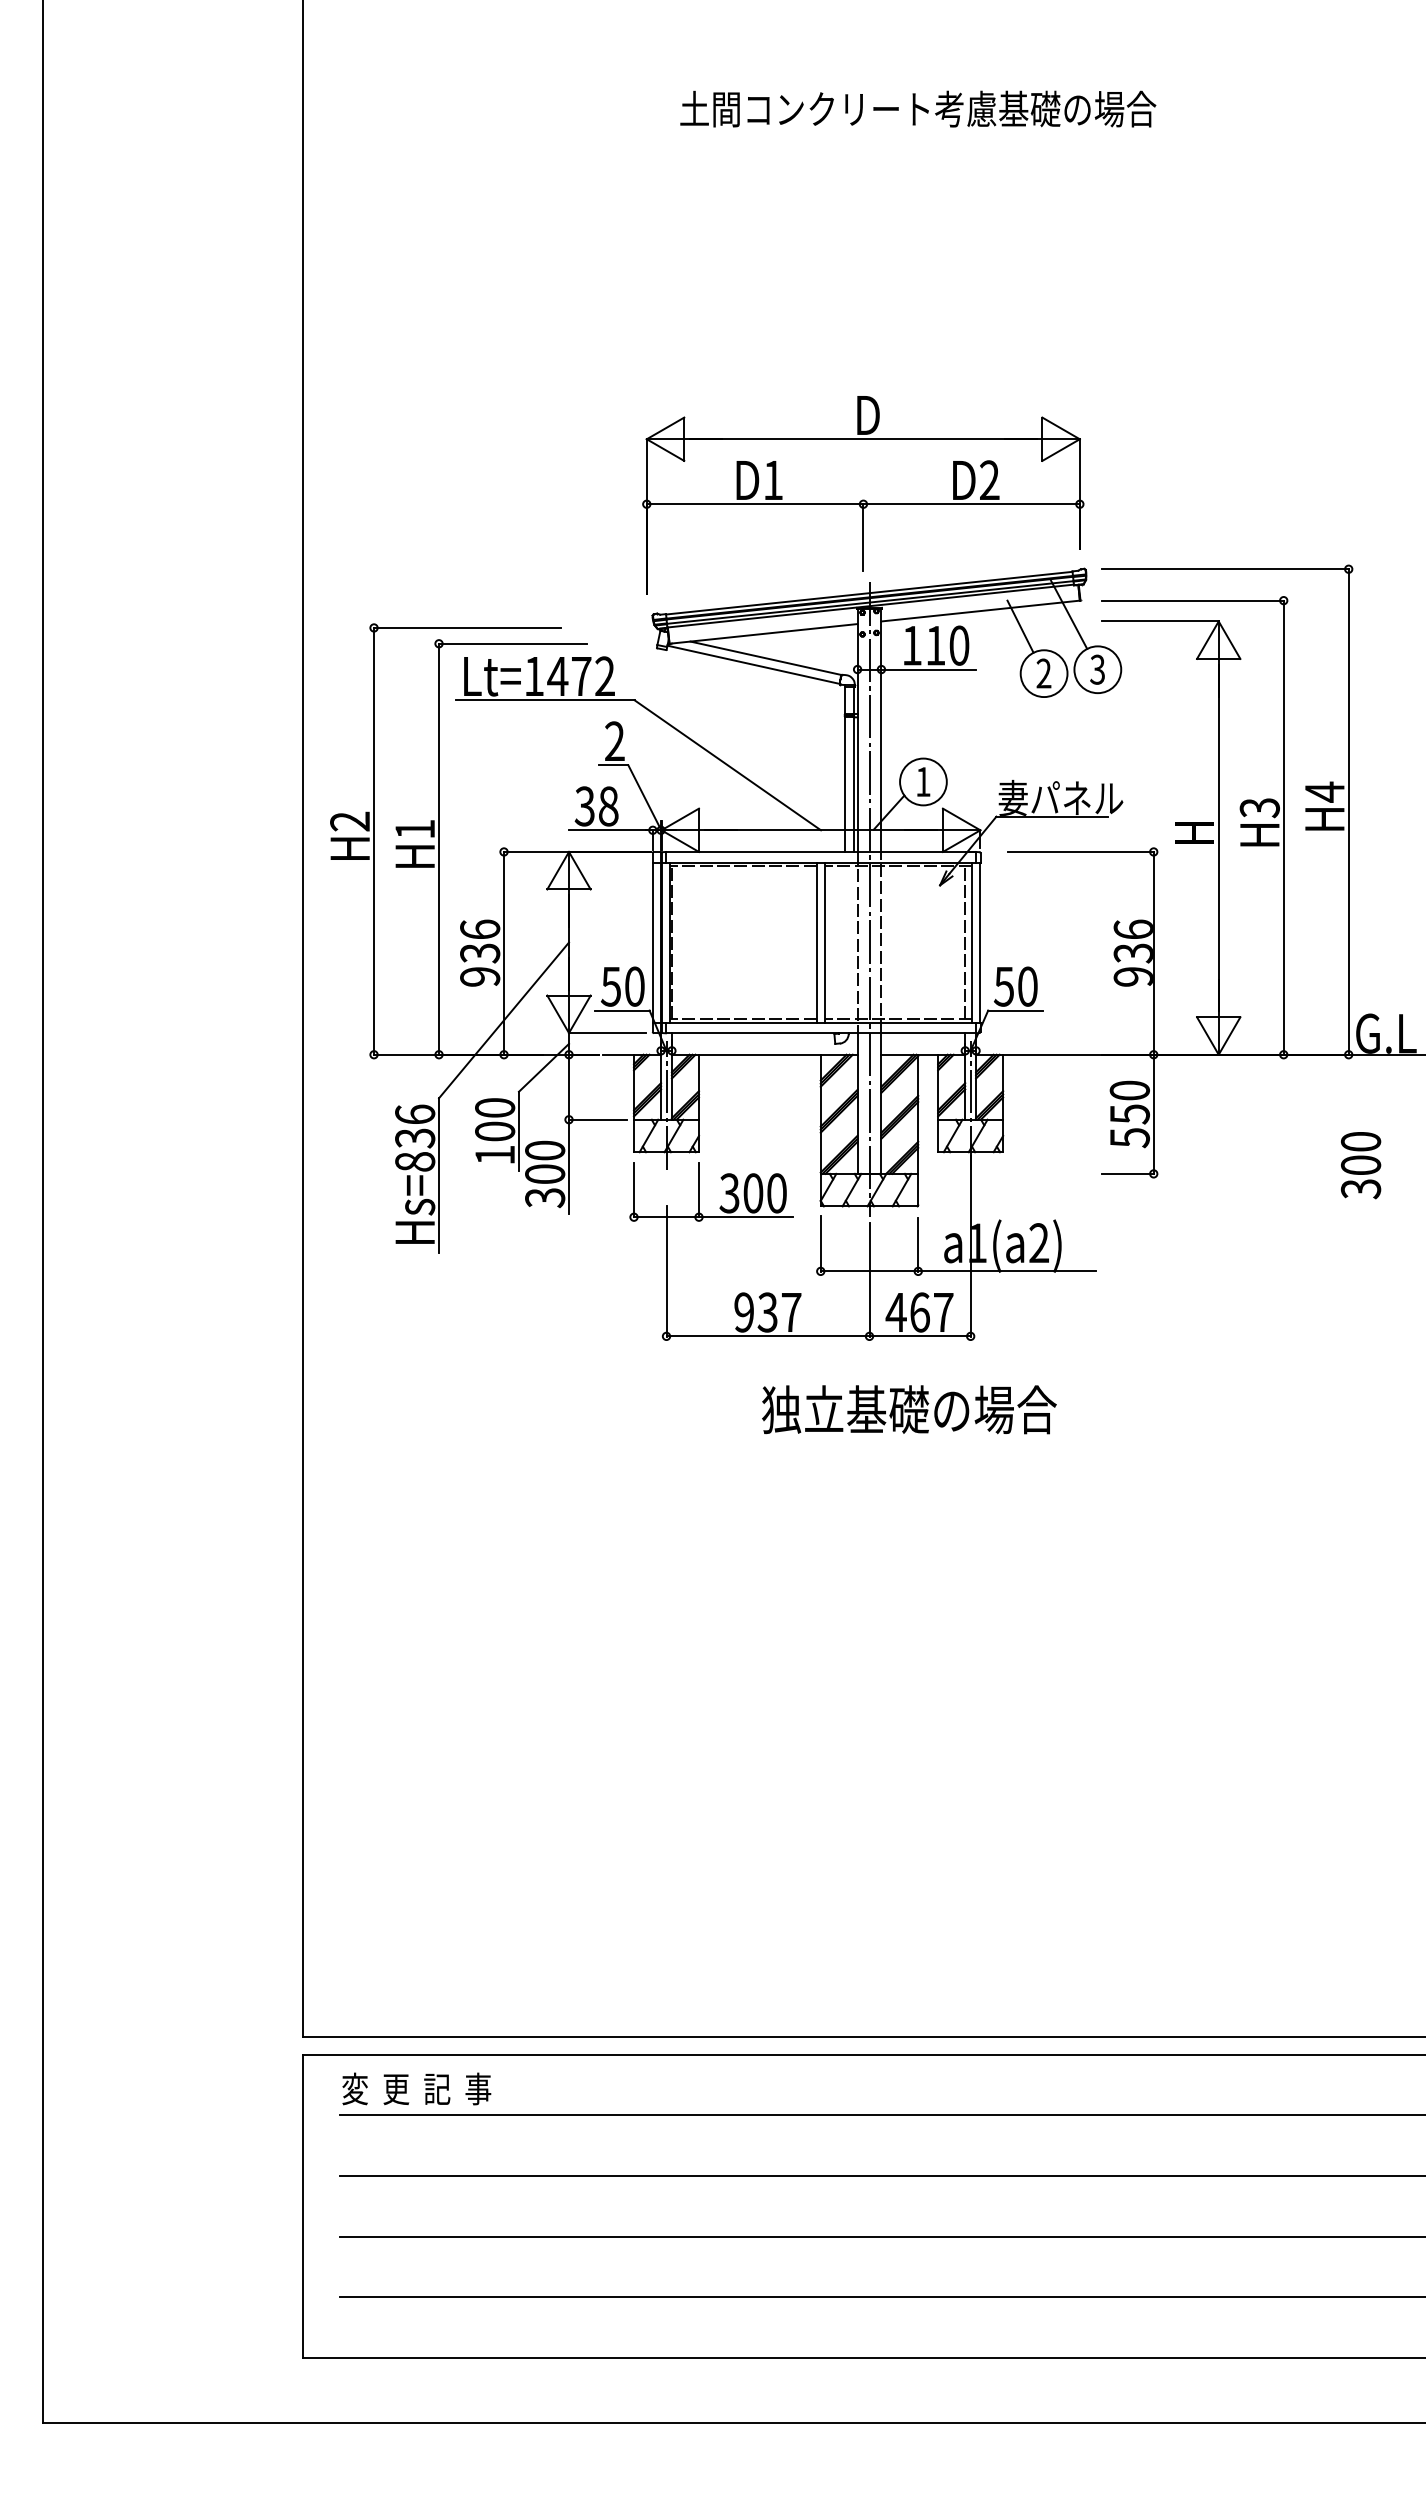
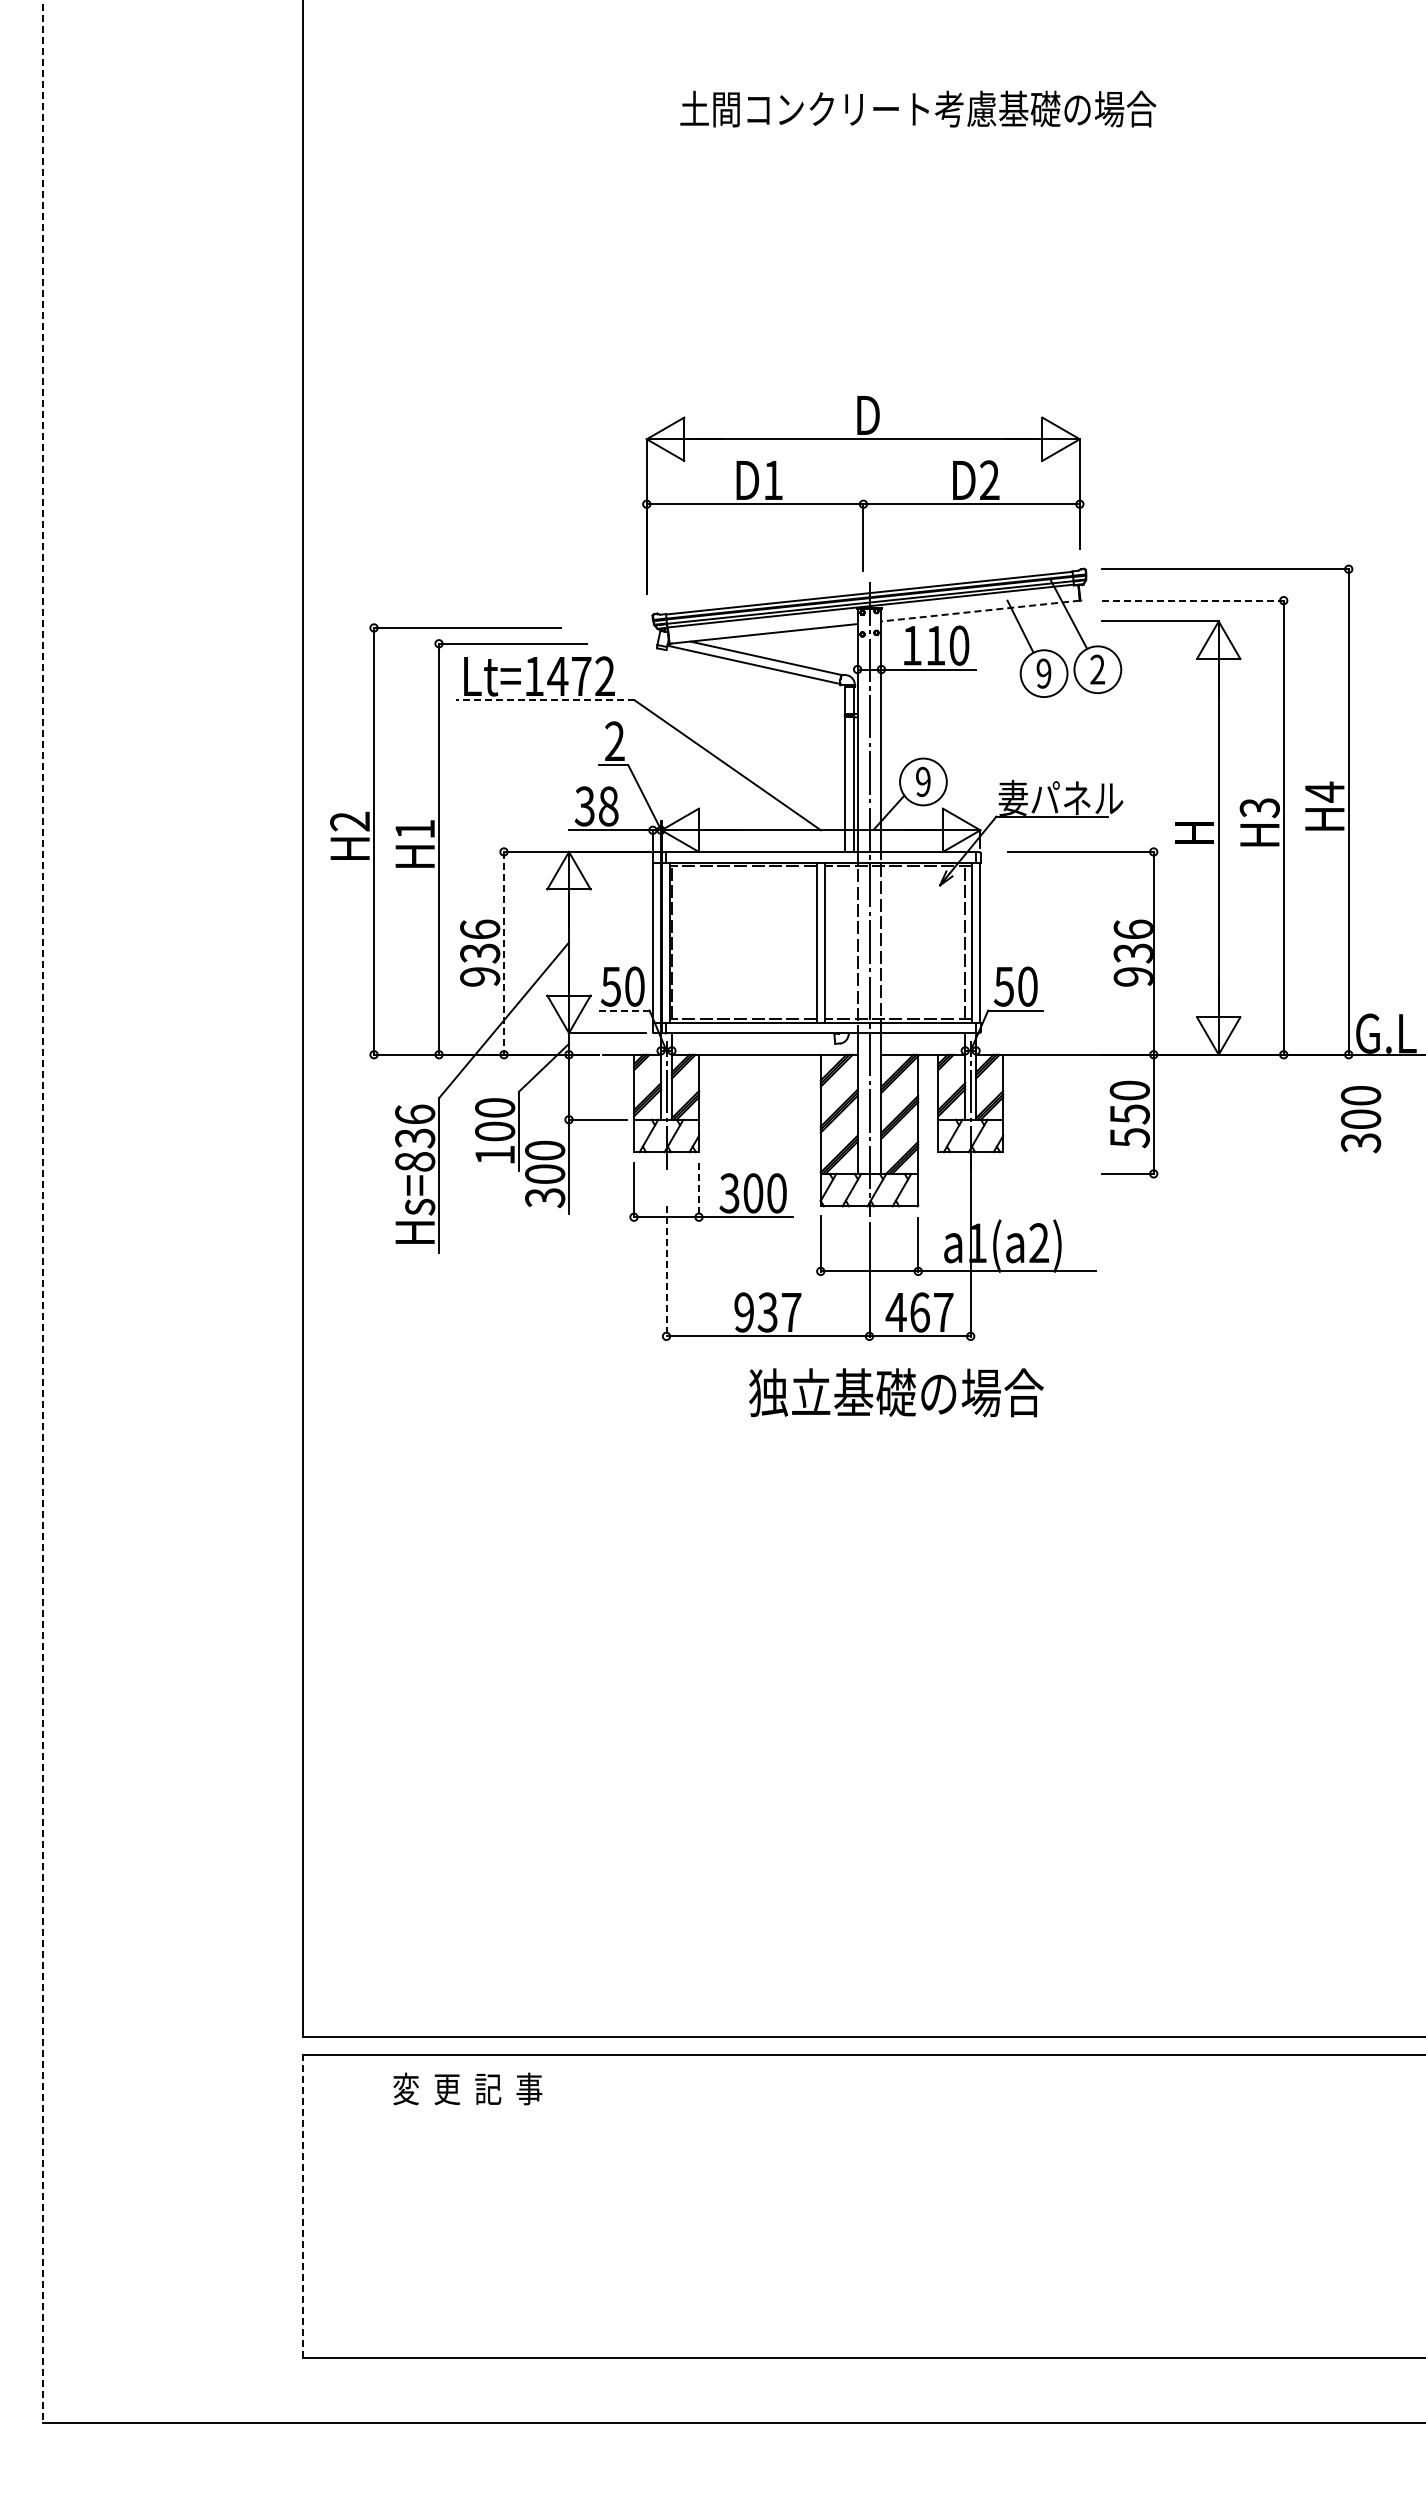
line at (1193, 600): solid -> dashed
line at (980, 611): solid -> dashed
text at (1097, 669): 3 -> 2
text at (1043, 673): 2 -> 9
line at (545, 700): solid -> dashed
text at (923, 781): 1 -> 9
line at (504, 953): solid -> dashed
line at (621, 1010): solid -> dashed
text at (1361, 1165) position: (1361, 1165) -> (1361, 1119)
line at (699, 1190): solid -> dashed
line at (43, 1212): solid -> dashed
line at (666, 1271): solid -> dashed
text at (909, 1409) position: (909, 1409) -> (896, 1392)
text at (416, 2088) position: (416, 2088) -> (467, 2088)
line at (880, 2115): present -> none
line at (880, 2176): present -> none
line at (302, 2206): solid -> dashed
line at (880, 2236): present -> none
line at (880, 2297): present -> none
